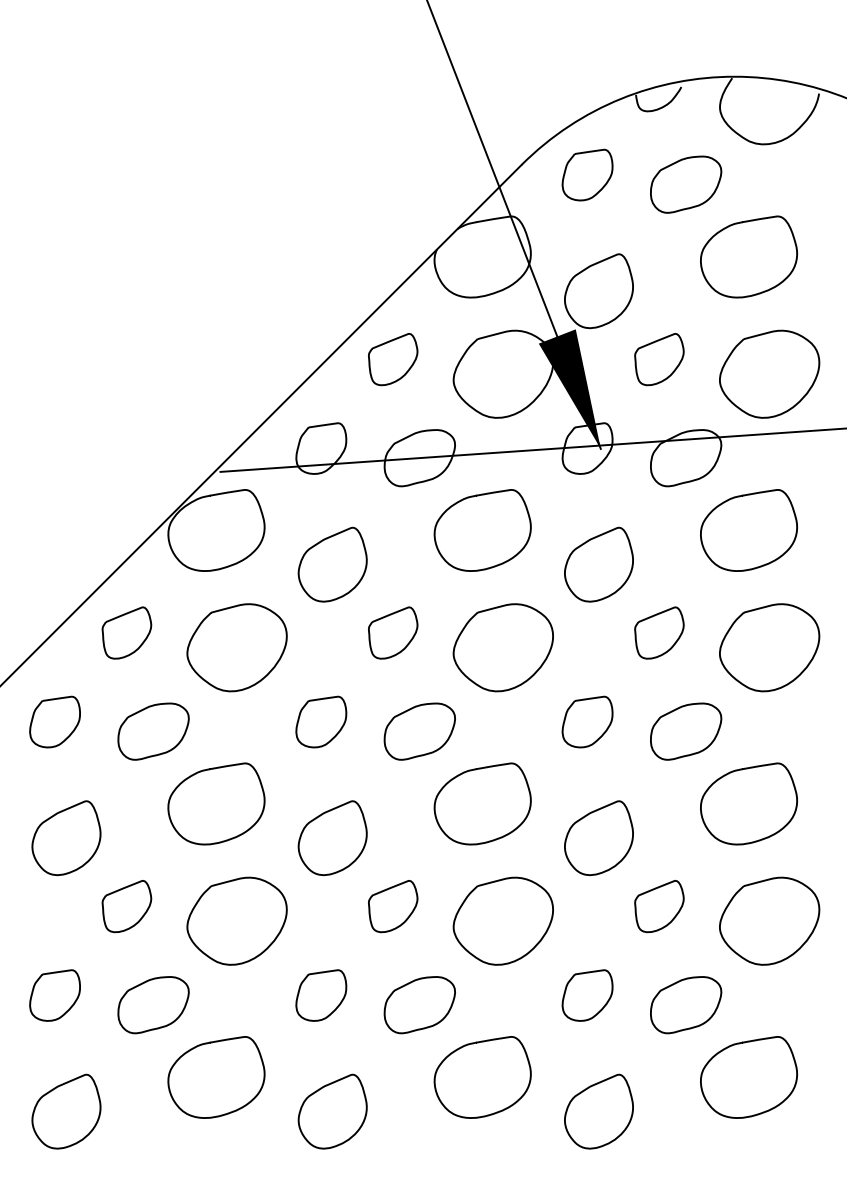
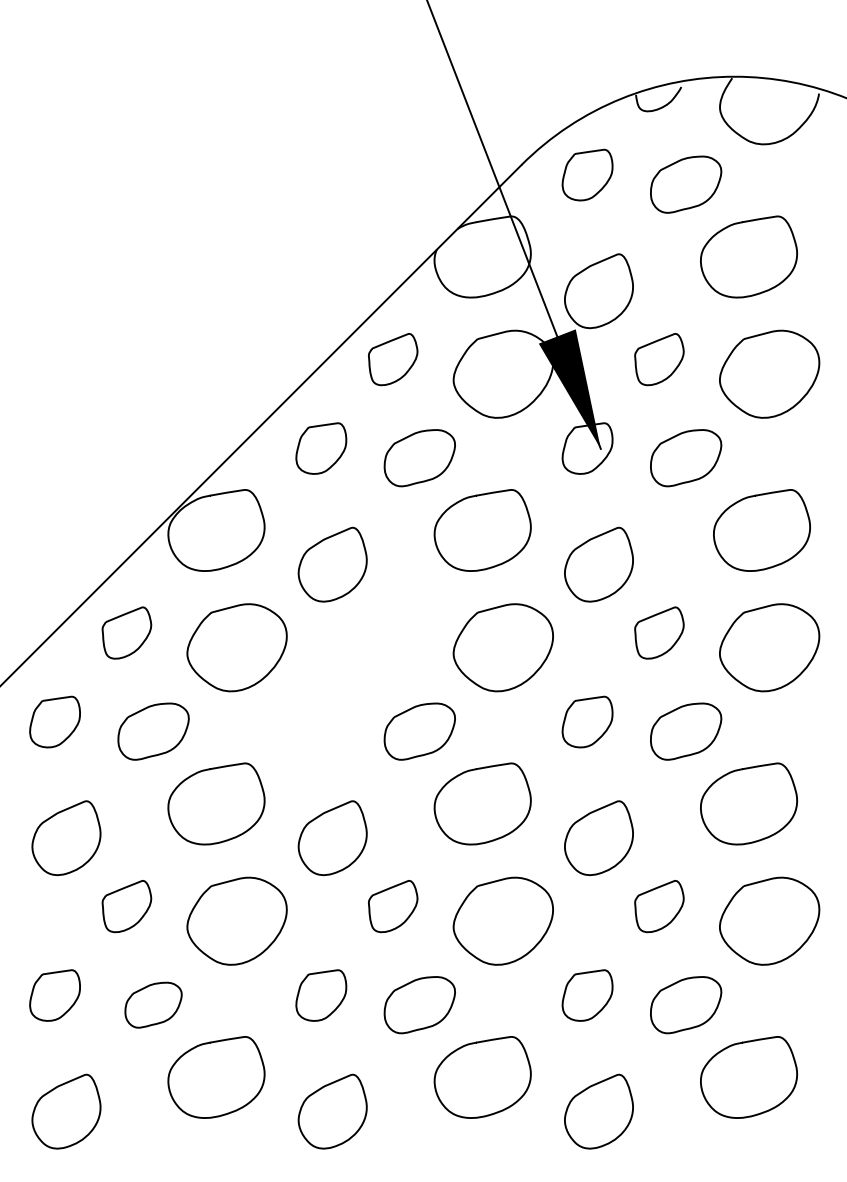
line at (531, 449): present -> none
curve at (745, 496) position: (745, 496) -> (758, 496)
part at (393, 632): present -> none
part at (321, 721): present -> none
part at (153, 1005) size: 73x59 px -> 59x48 px
